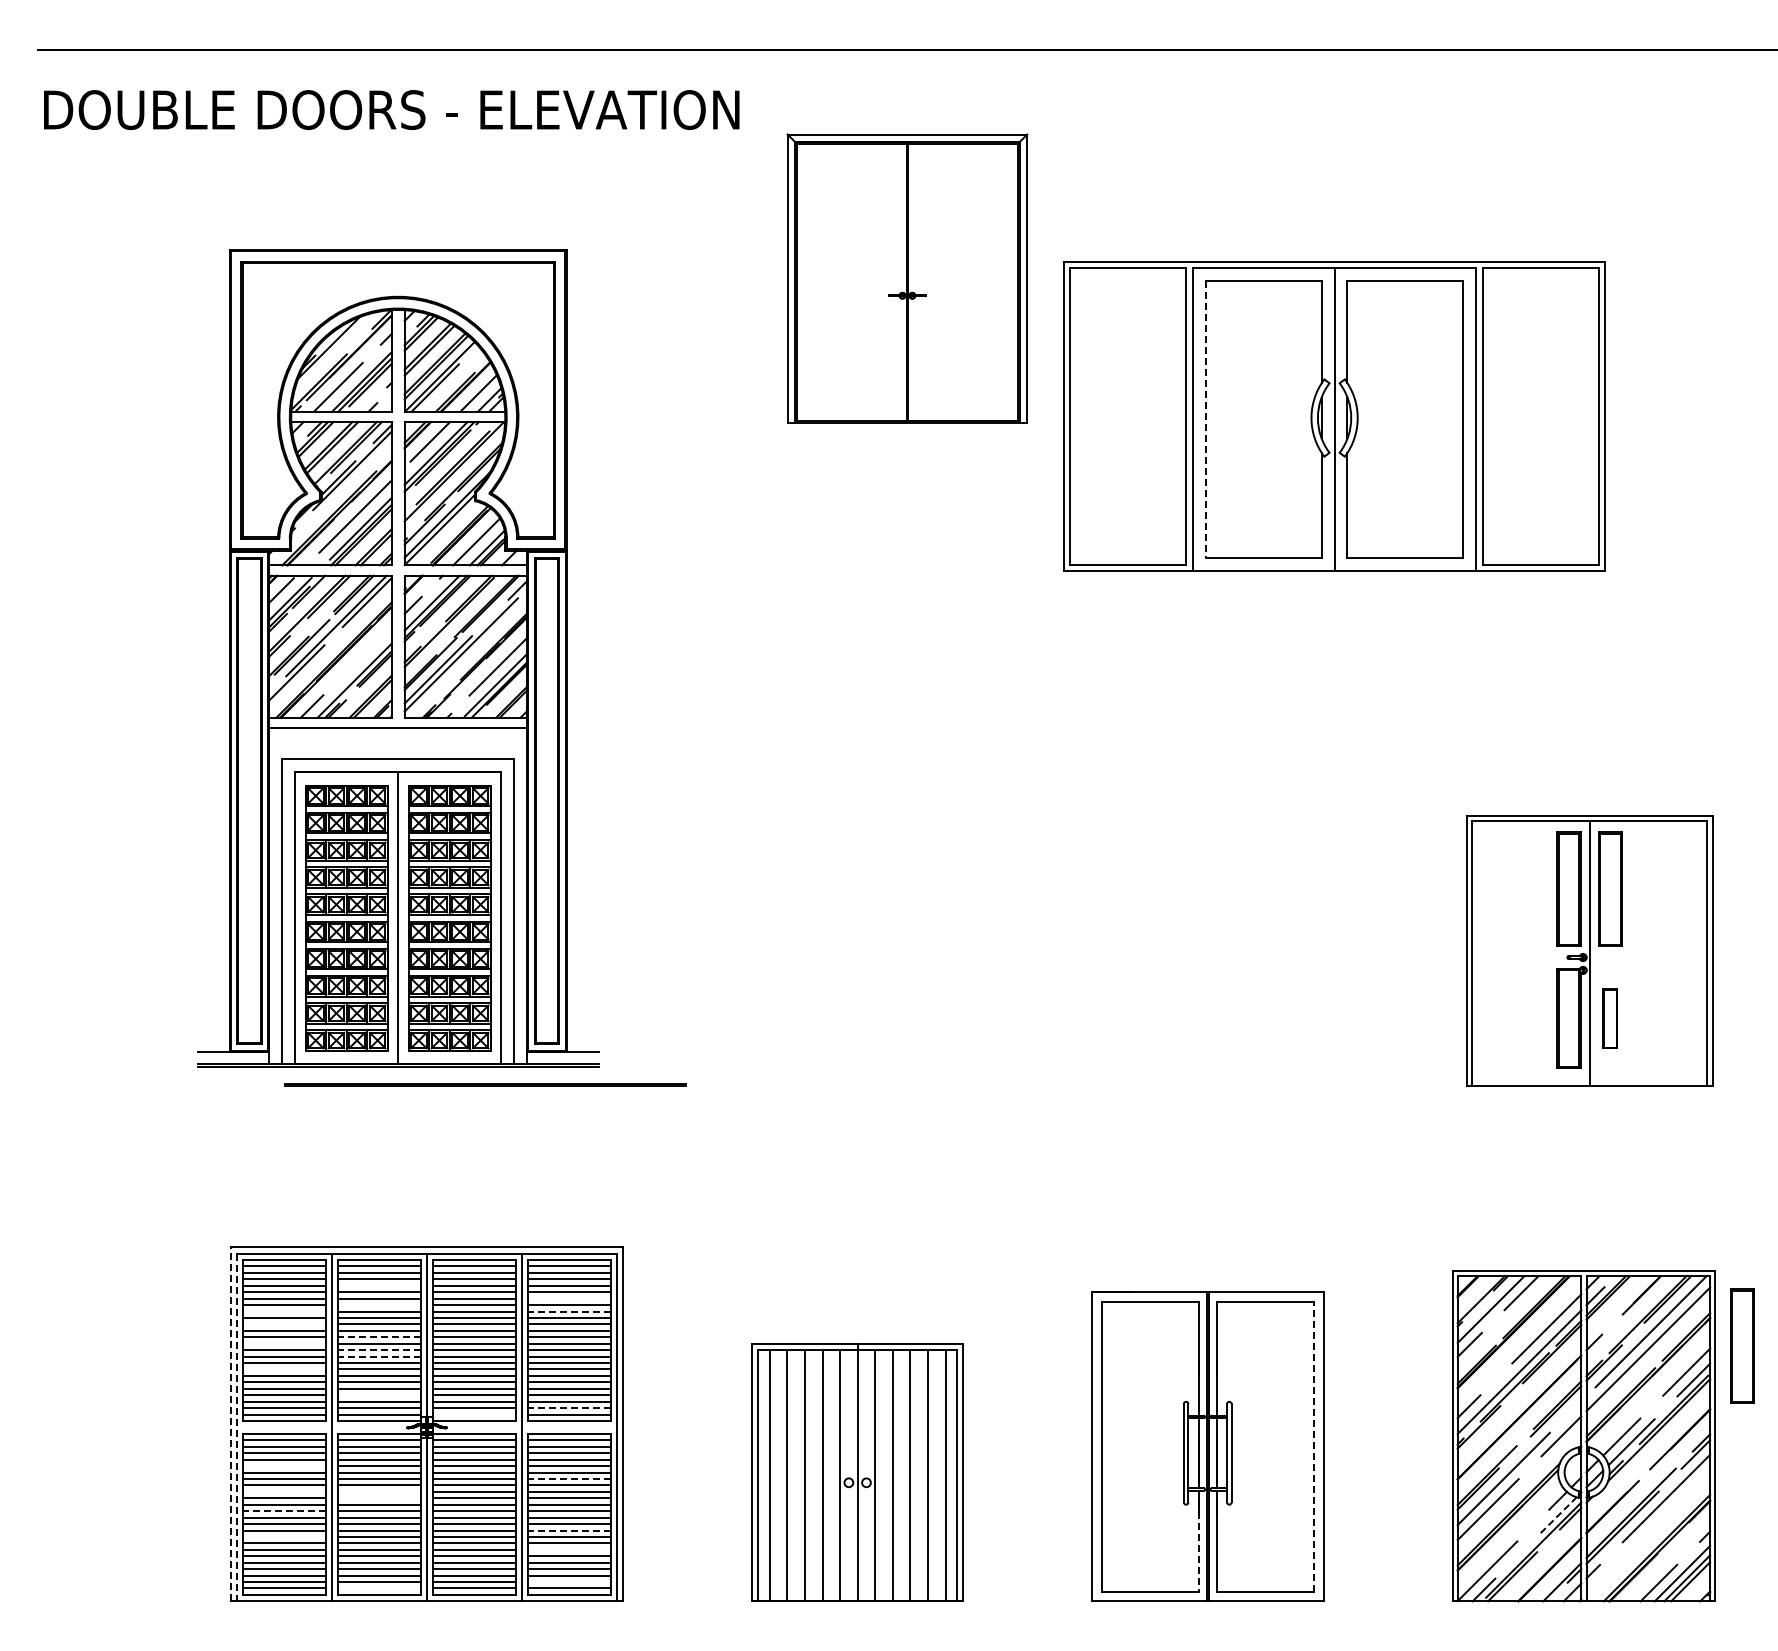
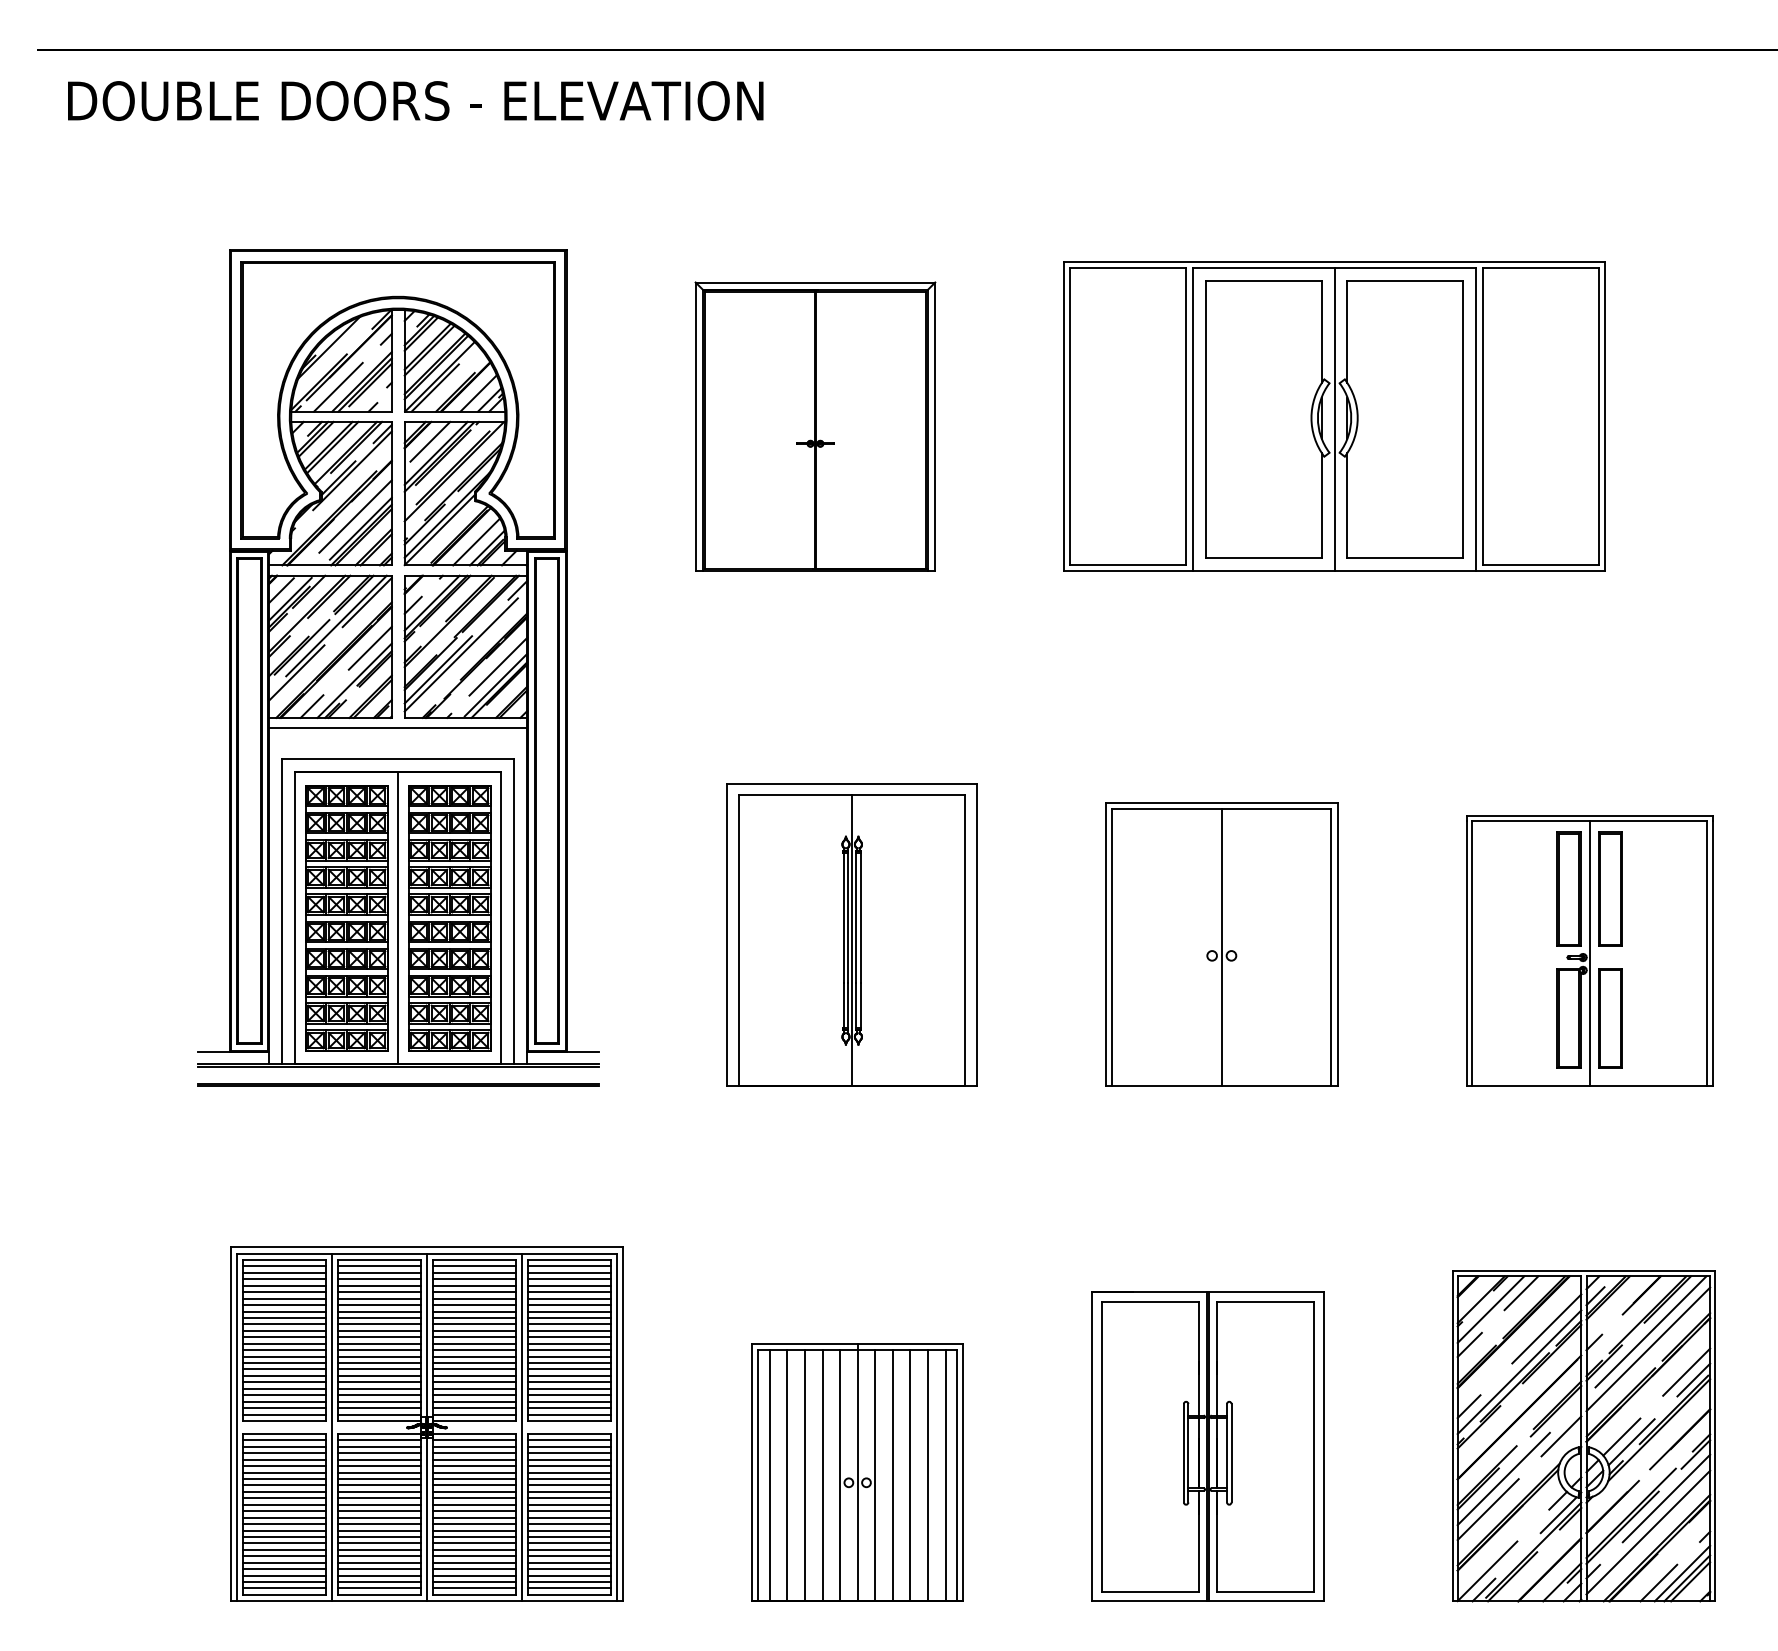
text at (391, 109) position: (391, 109) -> (415, 100)
part at (907, 278) position: (907, 278) -> (815, 426)
line at (1205, 420): dashed -> solid
line at (369, 647): none -> present
part at (851, 934): none -> present
part at (1221, 944): none -> present
part at (1609, 1018) size: 16x61 px -> 25x101 px
line at (485, 1084) position: (485, 1084) -> (398, 1084)
line at (379, 1285): none -> present
line at (569, 1298): none -> present
line at (379, 1305): none -> present
line at (284, 1311): none -> present
line at (569, 1311): dashed -> solid
line at (284, 1324): none -> present
line at (379, 1337): dashed -> solid
line at (284, 1343): none -> present
part at (1742, 1345): present -> none
line at (379, 1350): dashed -> solid
line at (379, 1356): dashed -> solid
line at (284, 1369): none -> present
line at (379, 1395): none -> present
line at (569, 1408): dashed -> solid
line at (474, 1414): none -> present
line at (230, 1423): dashed -> solid
line at (237, 1427): dashed -> solid
line at (1314, 1446): dashed -> solid
line at (284, 1466): none -> present
line at (569, 1478): dashed -> solid
line at (284, 1491): none -> present
line at (379, 1491): none -> present
line at (379, 1498): none -> present
line at (284, 1511): dashed -> solid
line at (1559, 1514): dashed -> solid
line at (569, 1530): dashed -> solid
line at (1648, 1532): none -> present
line at (284, 1536): none -> present
line at (1199, 1547): dashed -> solid
line at (569, 1549): none -> present
line at (569, 1582): none -> present
line at (379, 1588): none -> present
